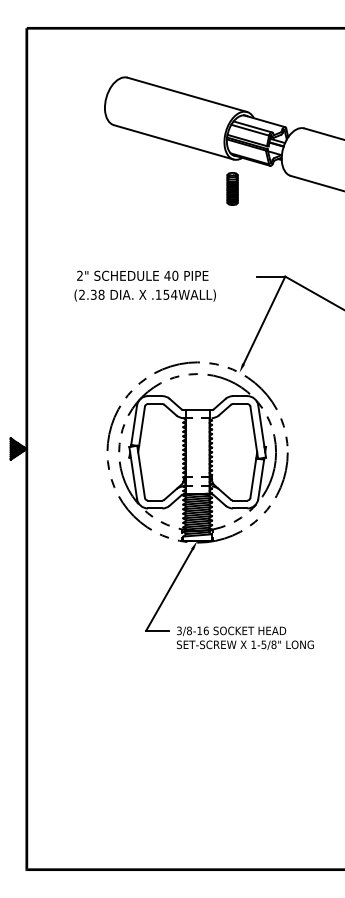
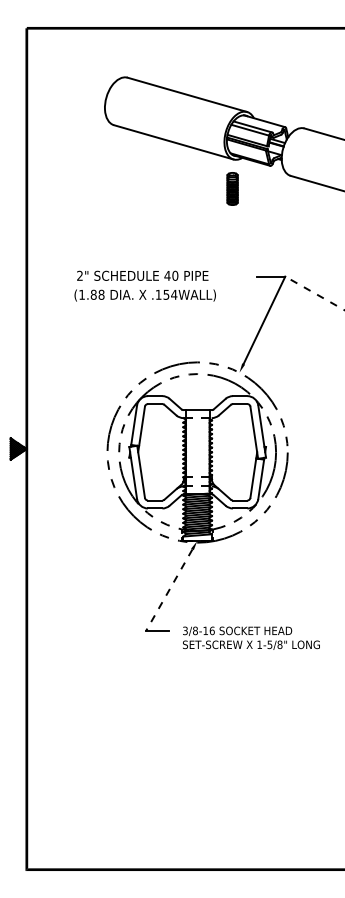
line at (314, 293): solid -> dashed
text at (87, 294): (2.38 -> (1.88
line at (169, 590): solid -> dashed
text at (245, 637) position: (245, 637) -> (251, 637)
